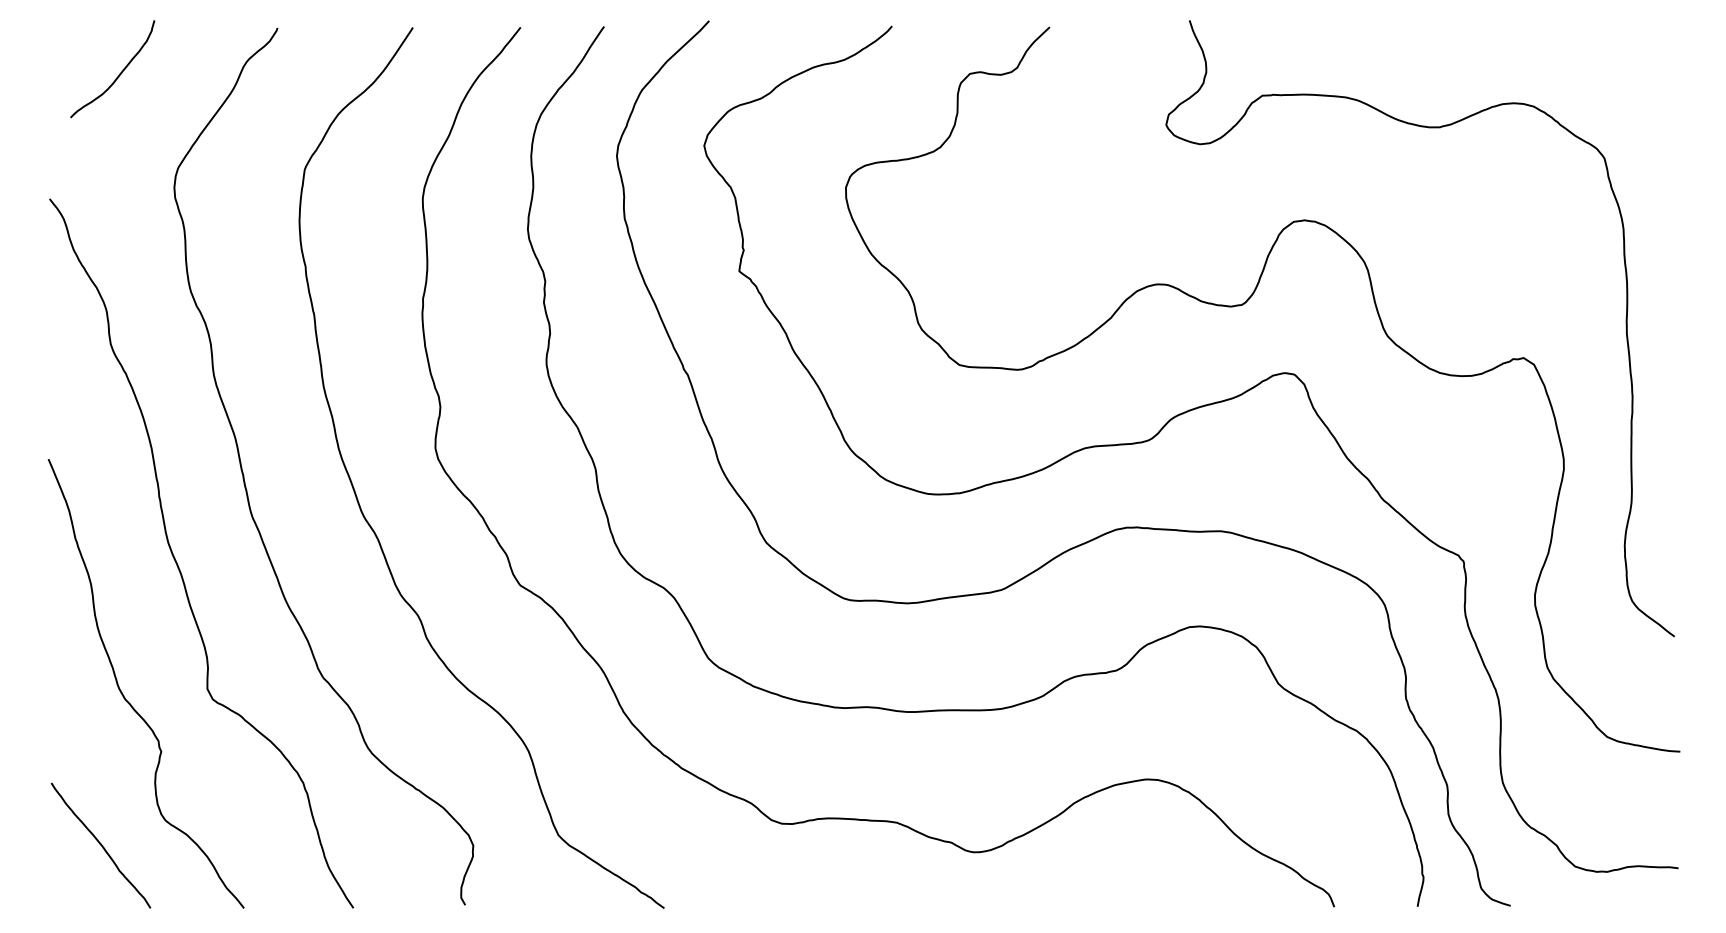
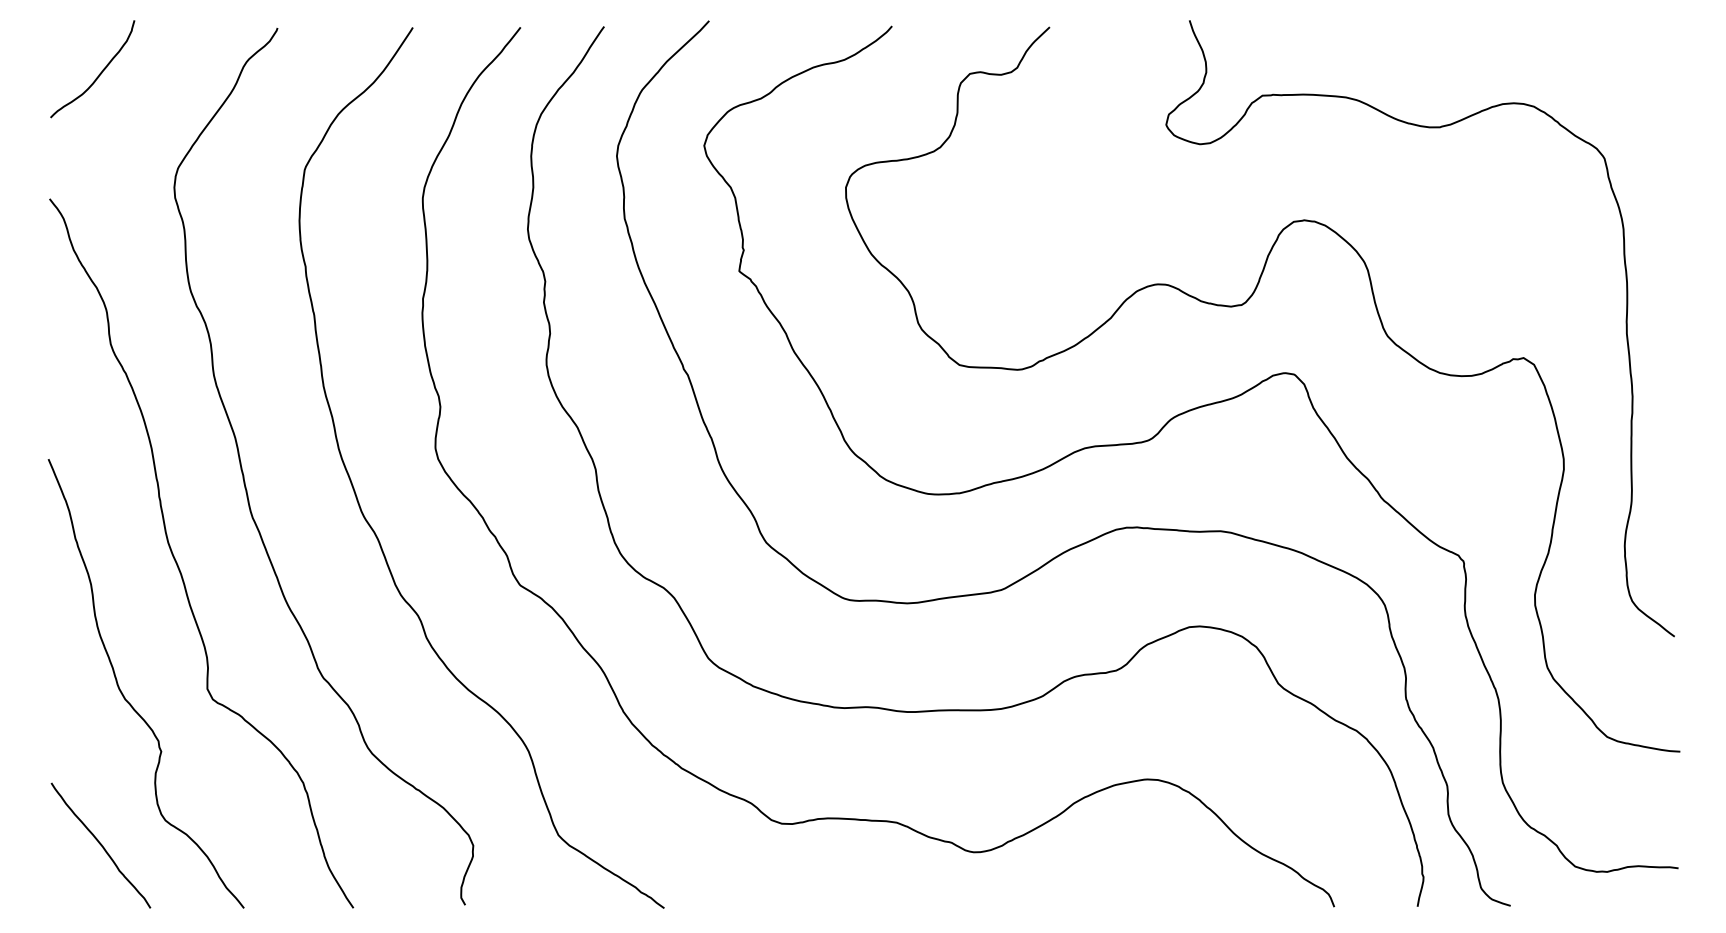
curve at (118, 74) position: (118, 74) -> (98, 74)
